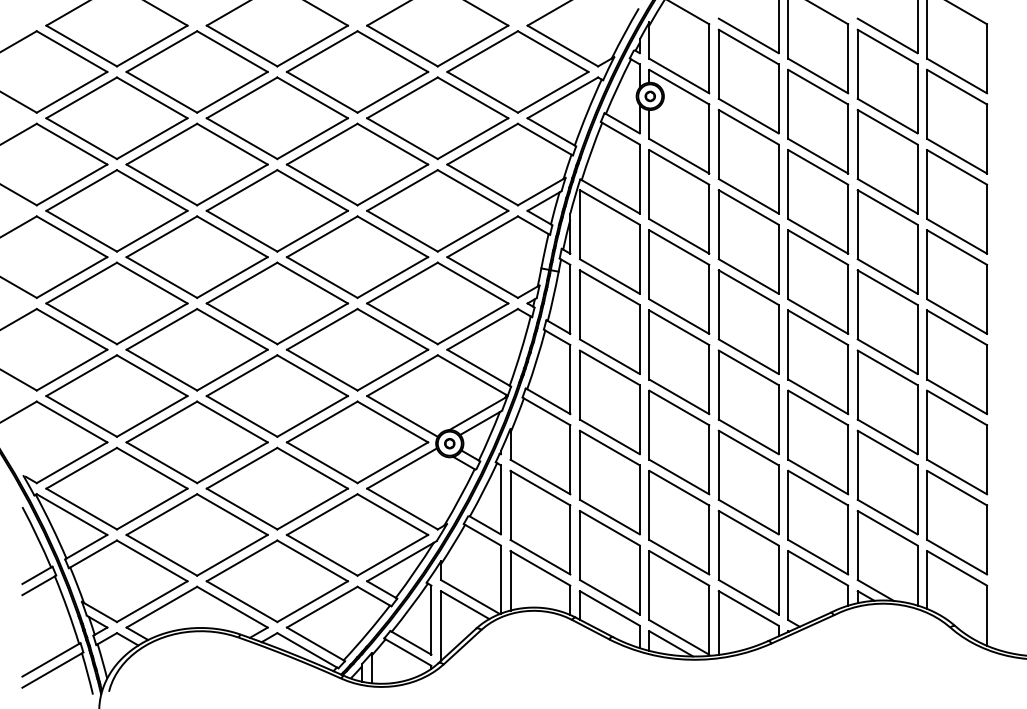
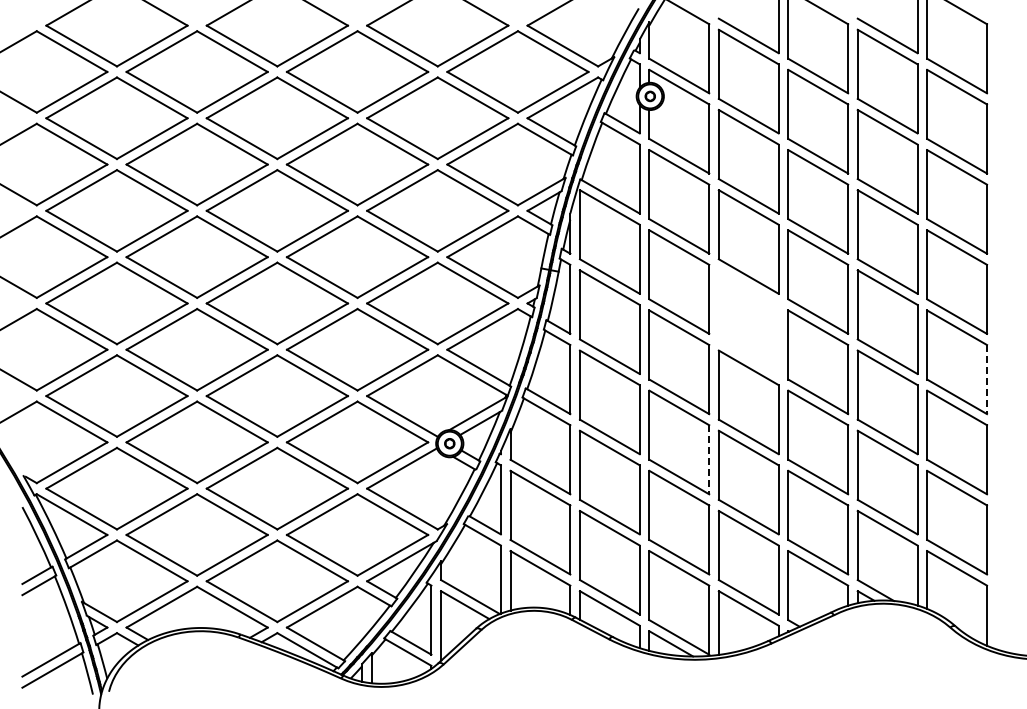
part at (748, 321): present -> none
line at (987, 379): solid -> dashed
line at (709, 459): solid -> dashed
